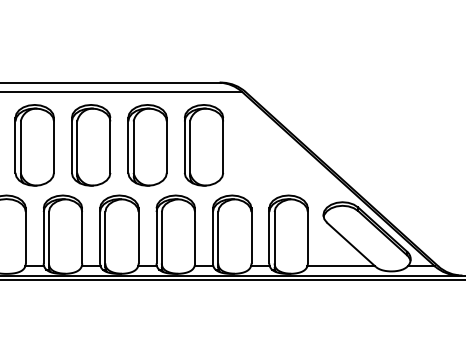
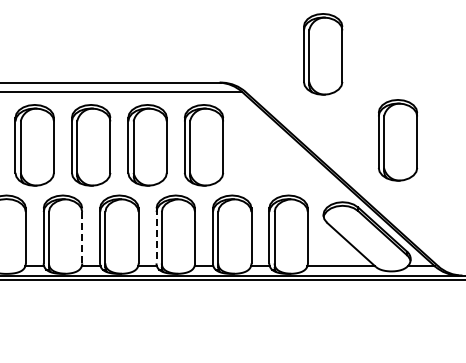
part at (323, 54): none -> present
part at (397, 140): none -> present
line at (82, 235): solid -> dashed
line at (156, 236): solid -> dashed
